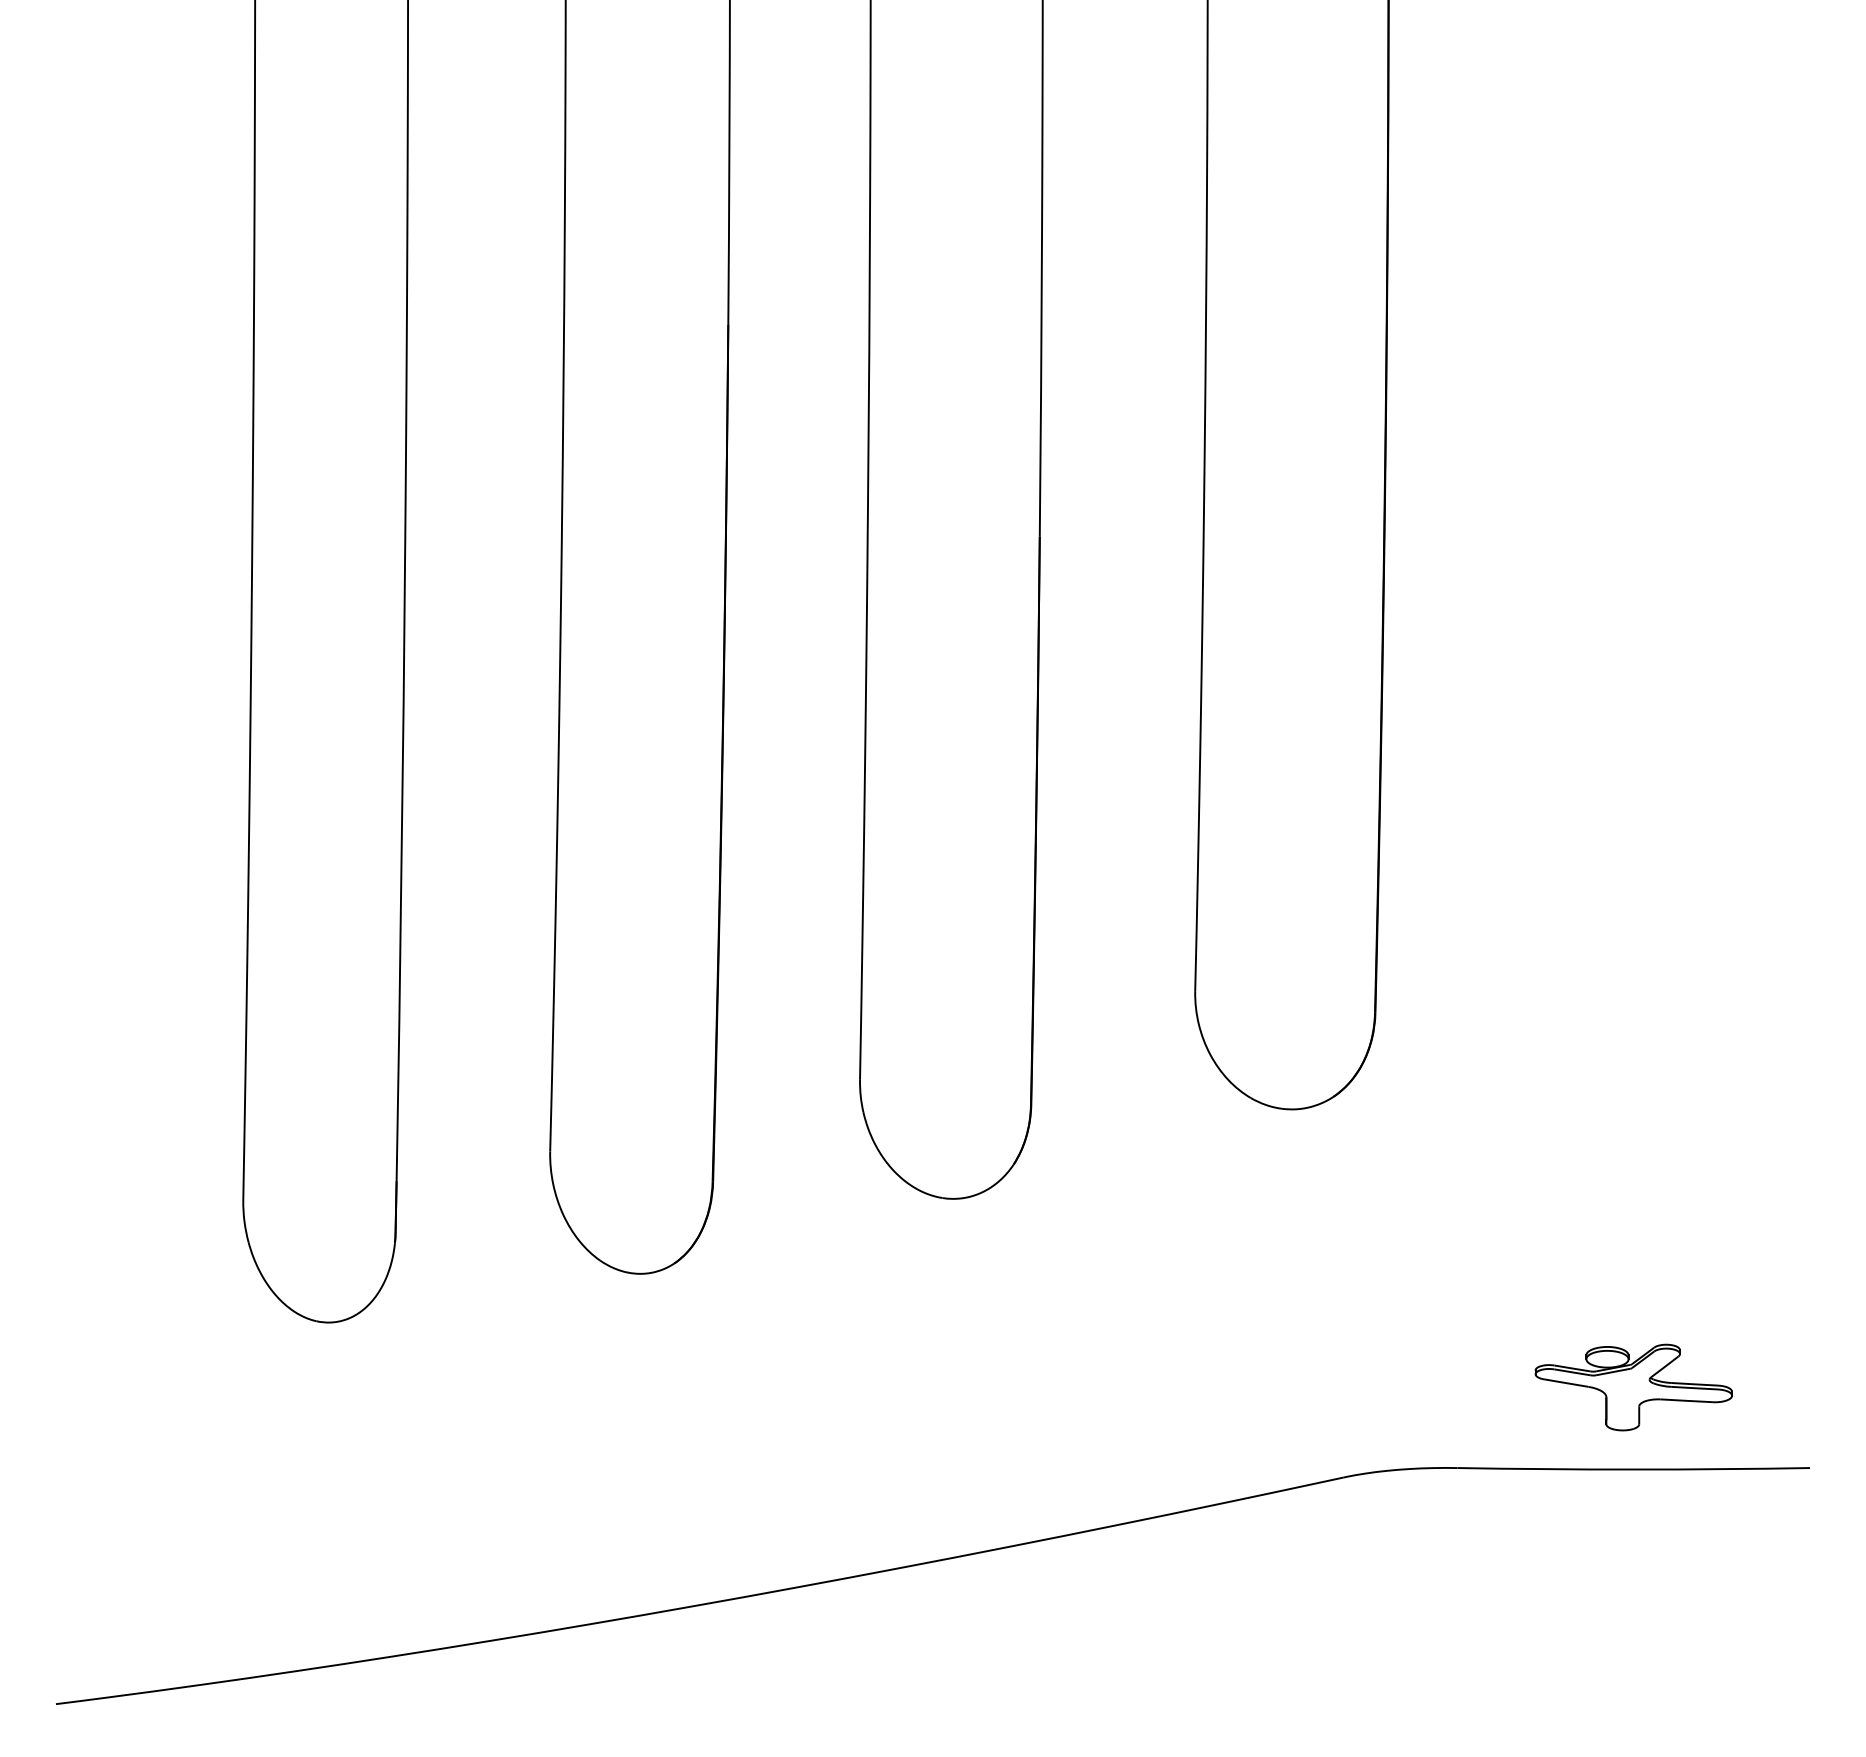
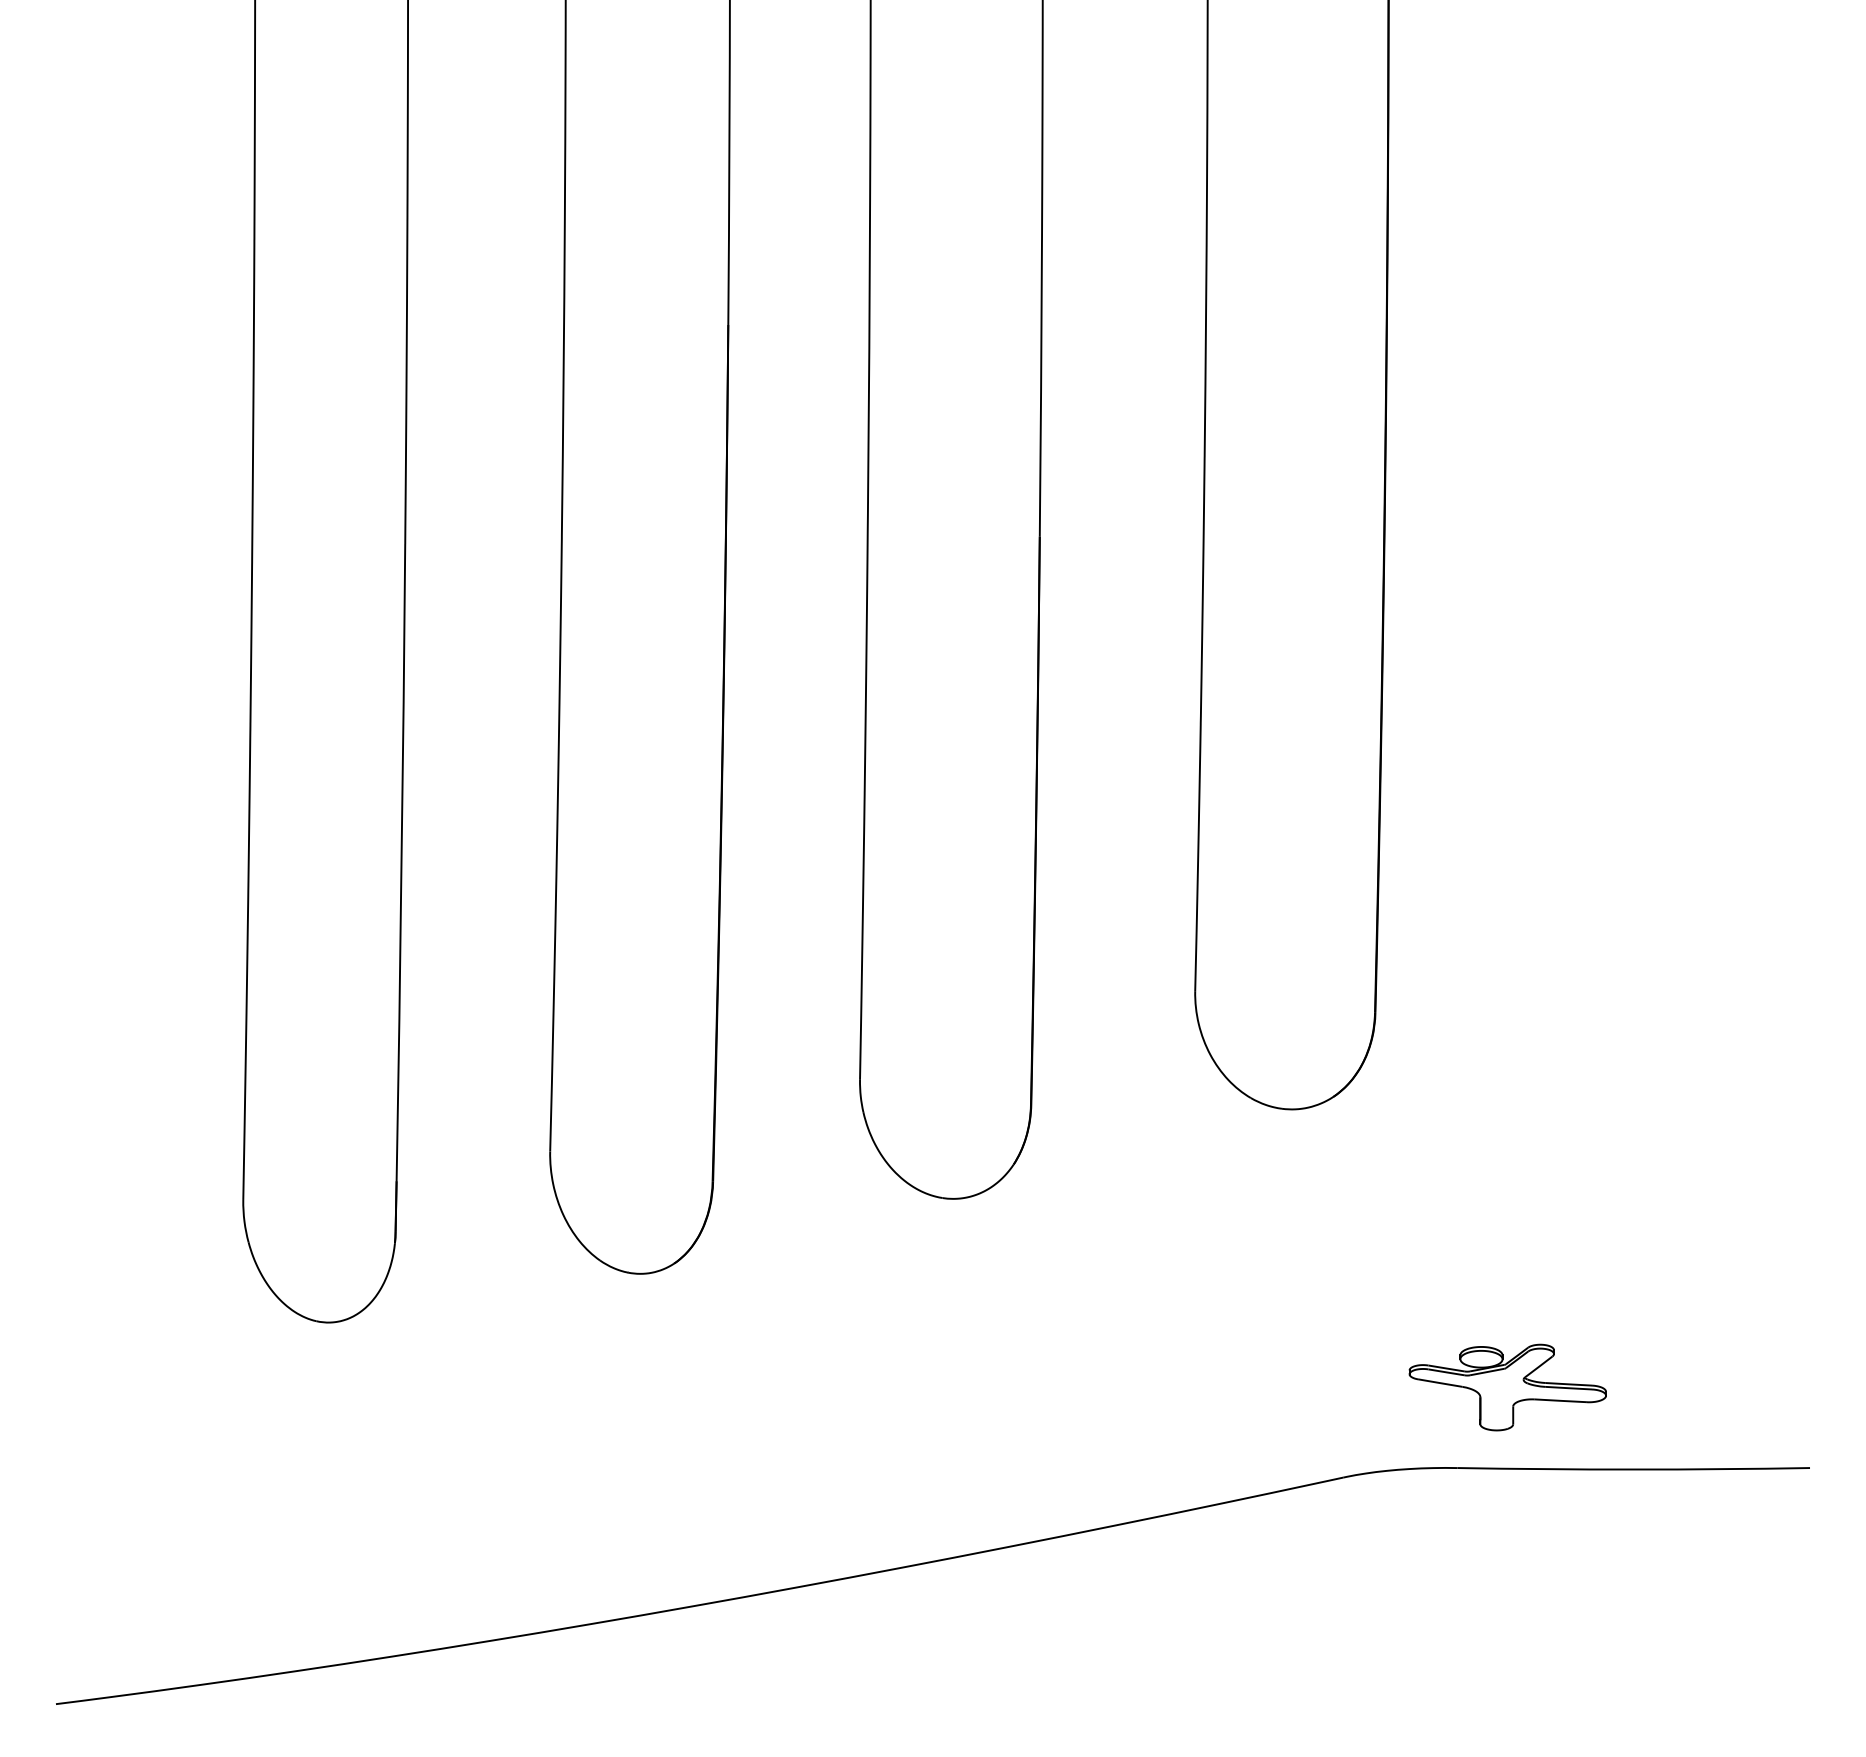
part at (1633, 1387) position: (1633, 1387) -> (1507, 1387)
